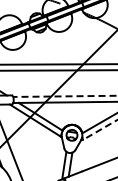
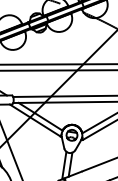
line at (65, 96): dashed -> solid
line at (100, 129): dashed -> solid
